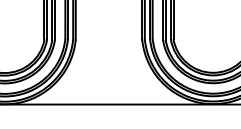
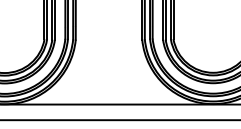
line at (119, 120): none -> present
